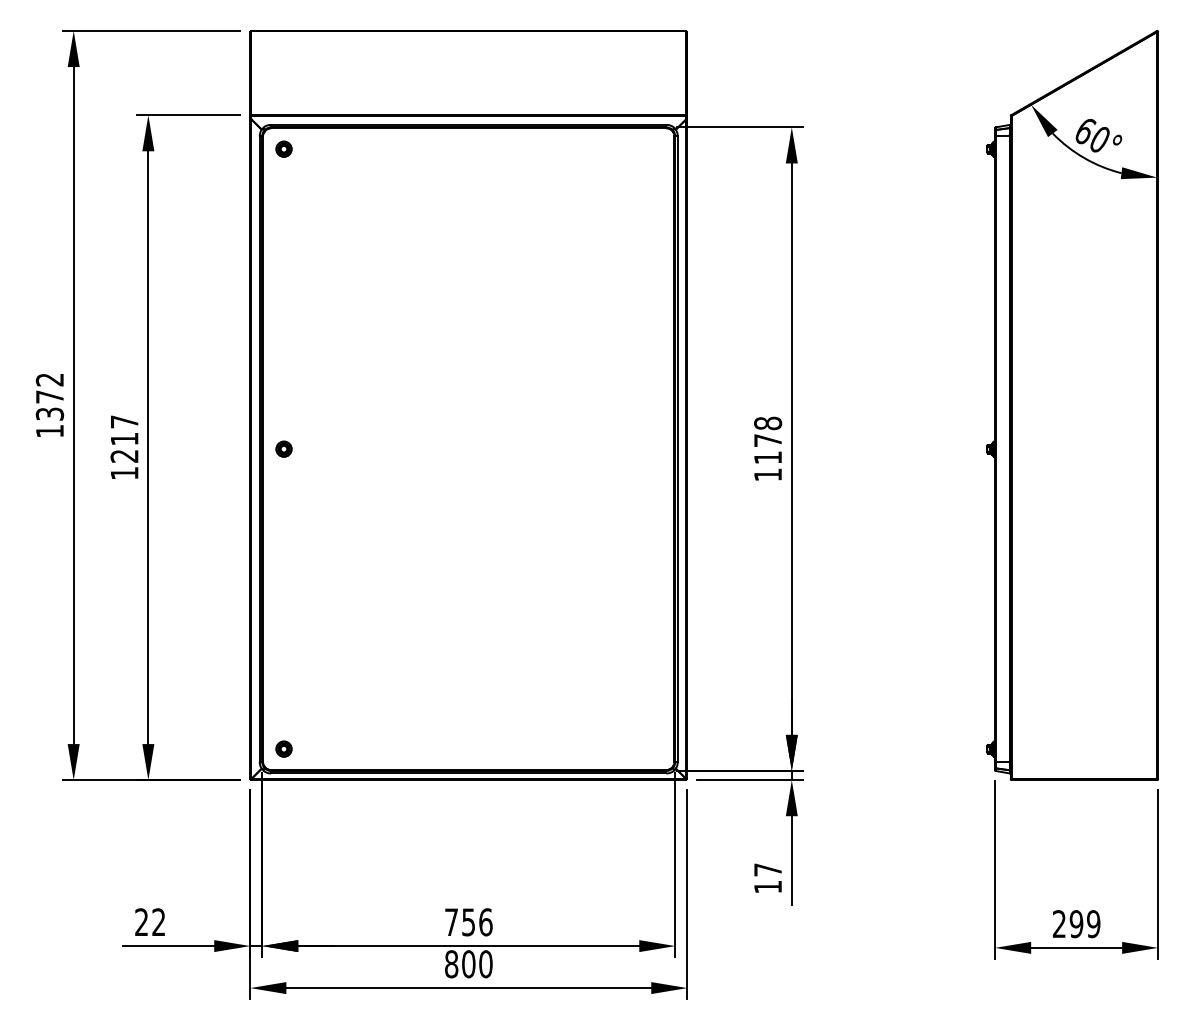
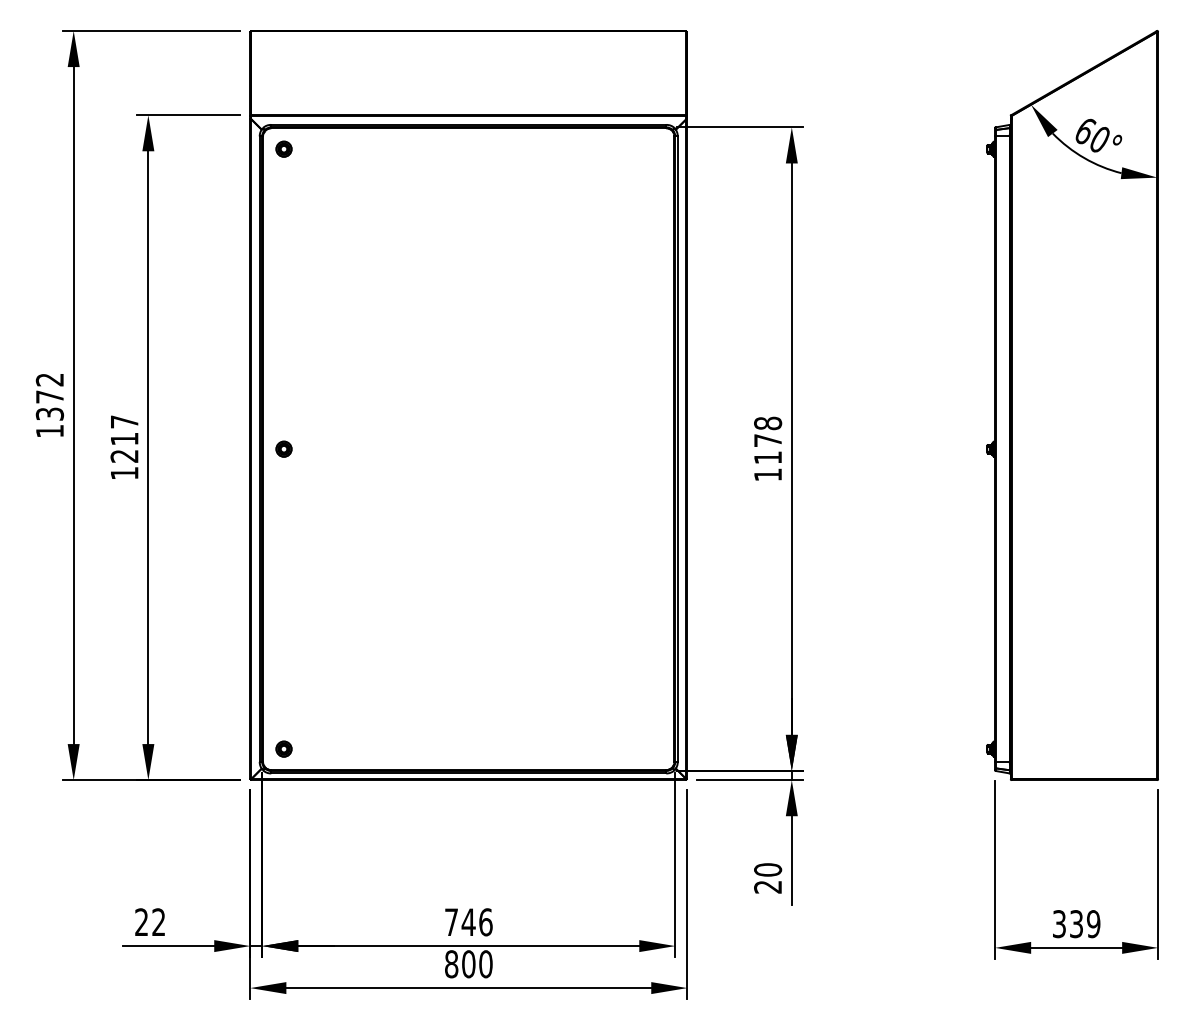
text at (768, 878): 17 -> 20
text at (468, 922): 756 -> 746
text at (1068, 924): 299 -> 339
